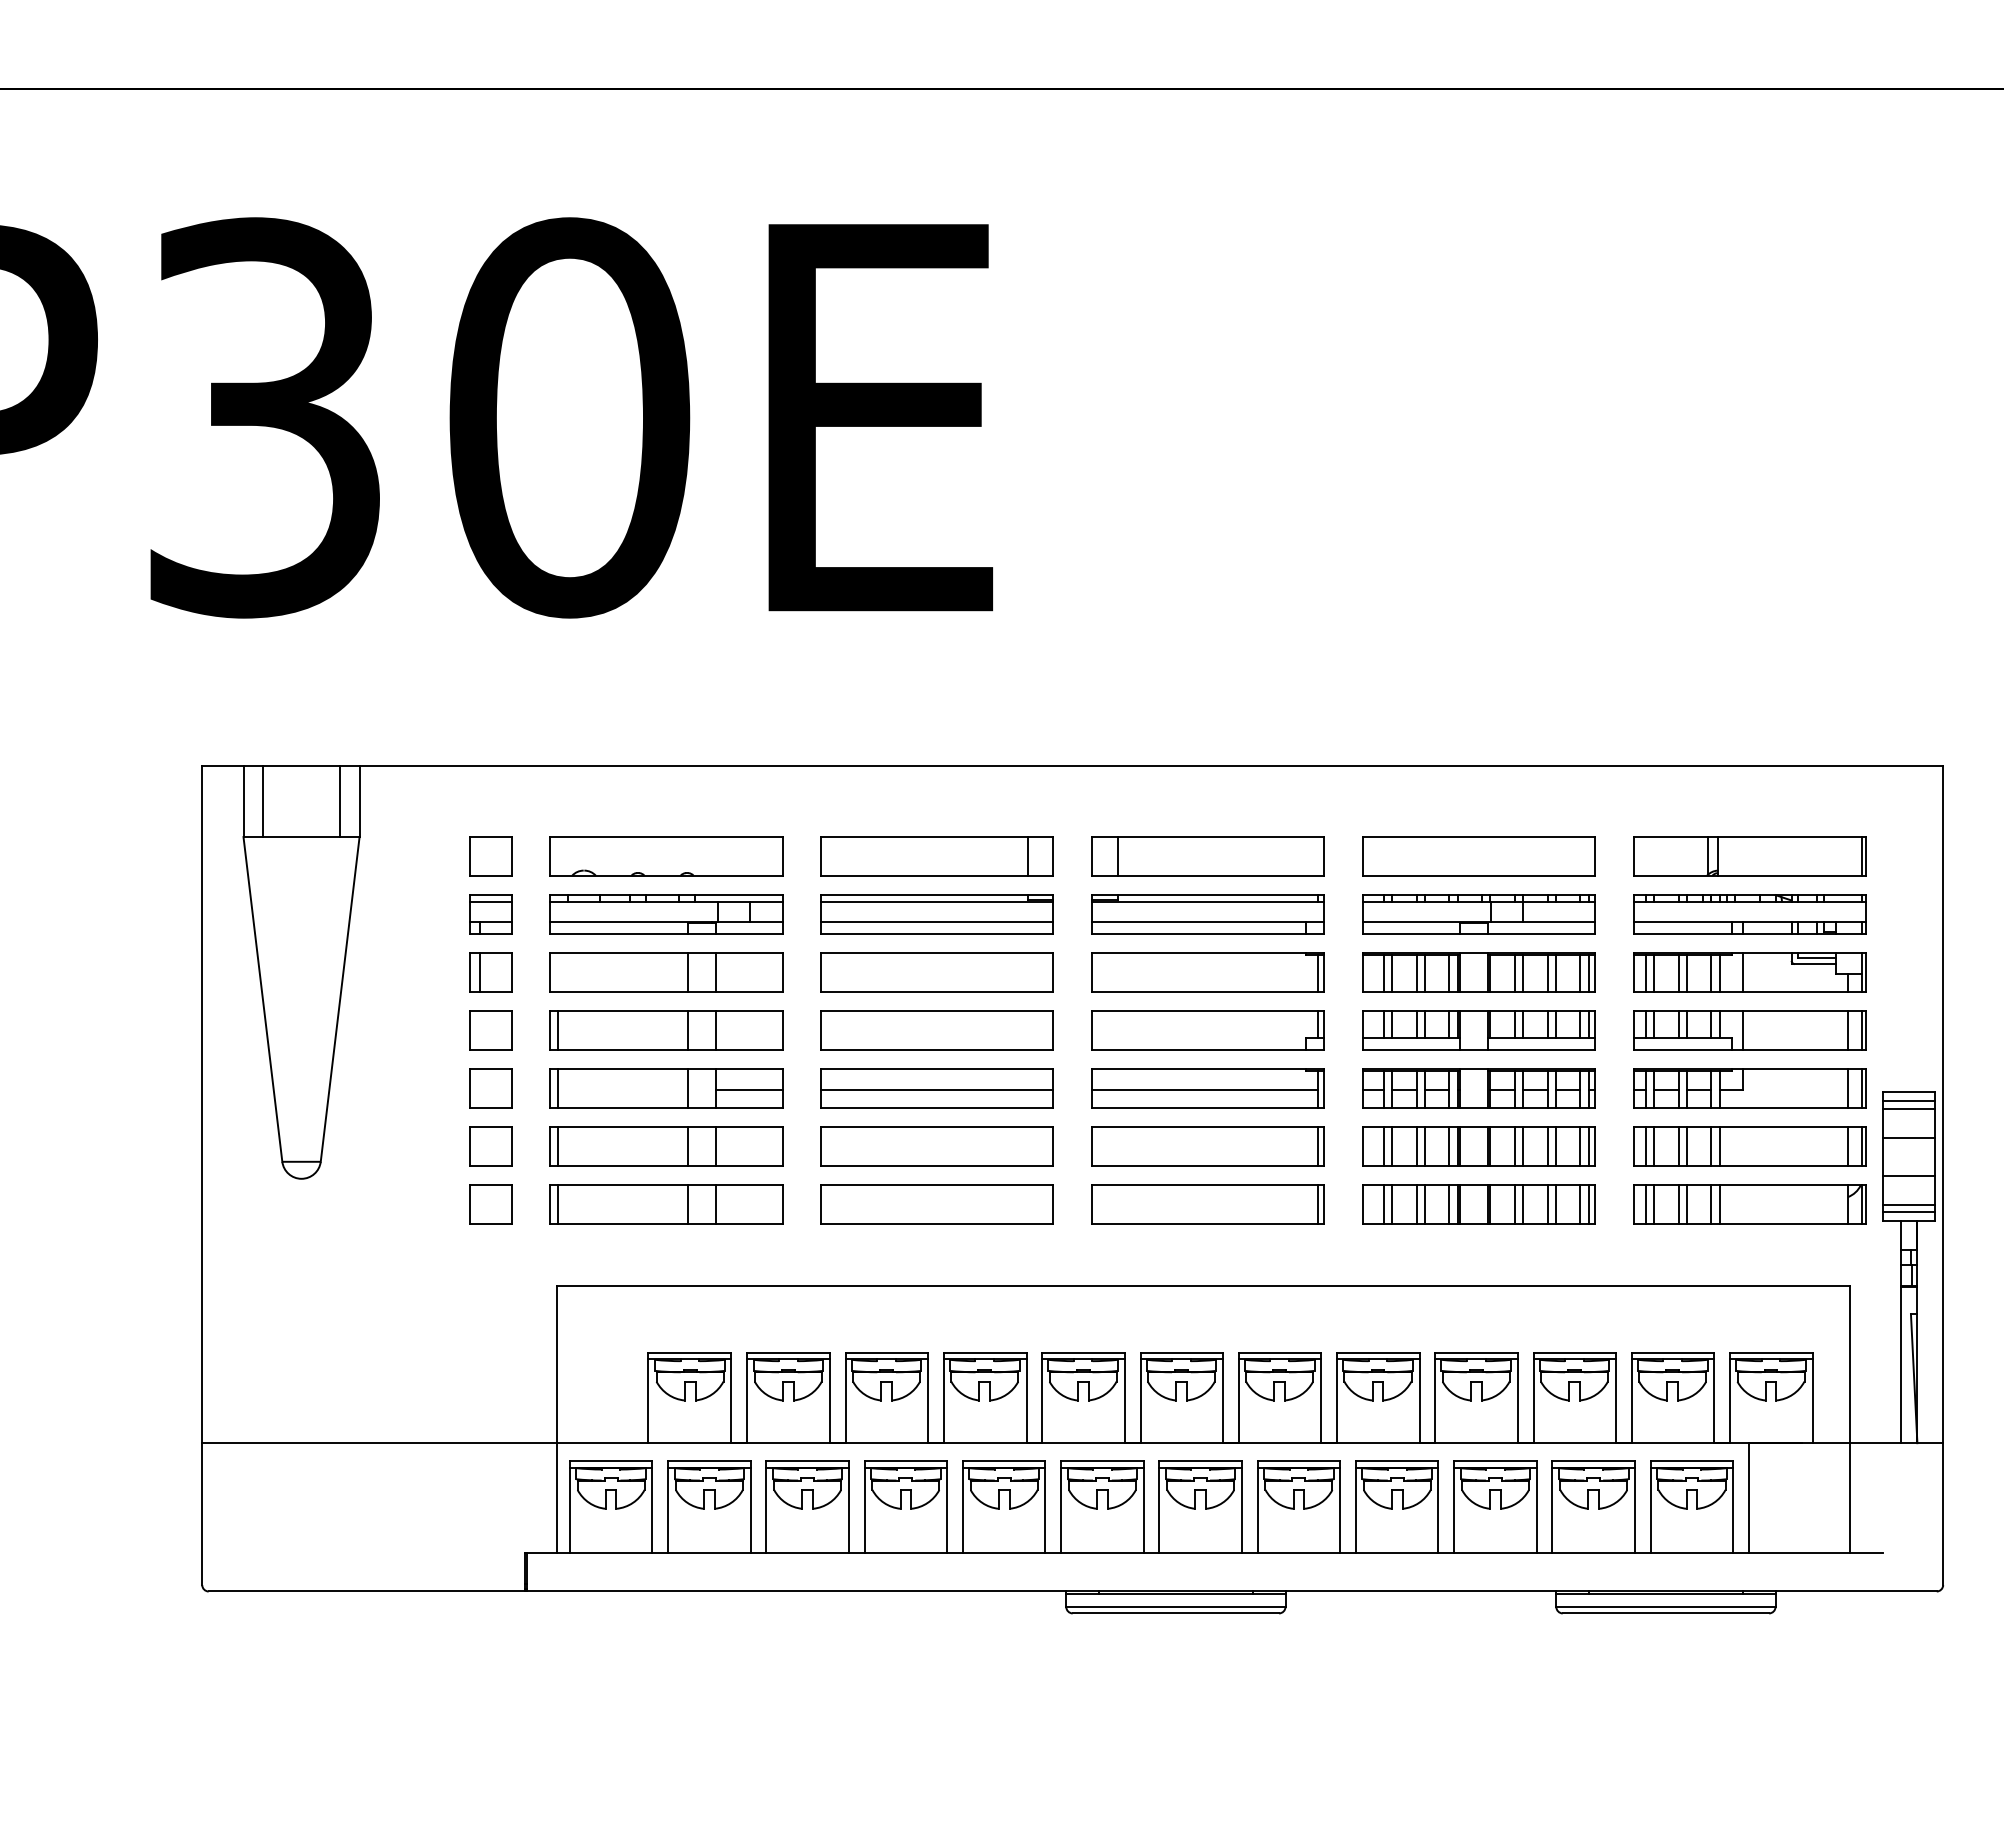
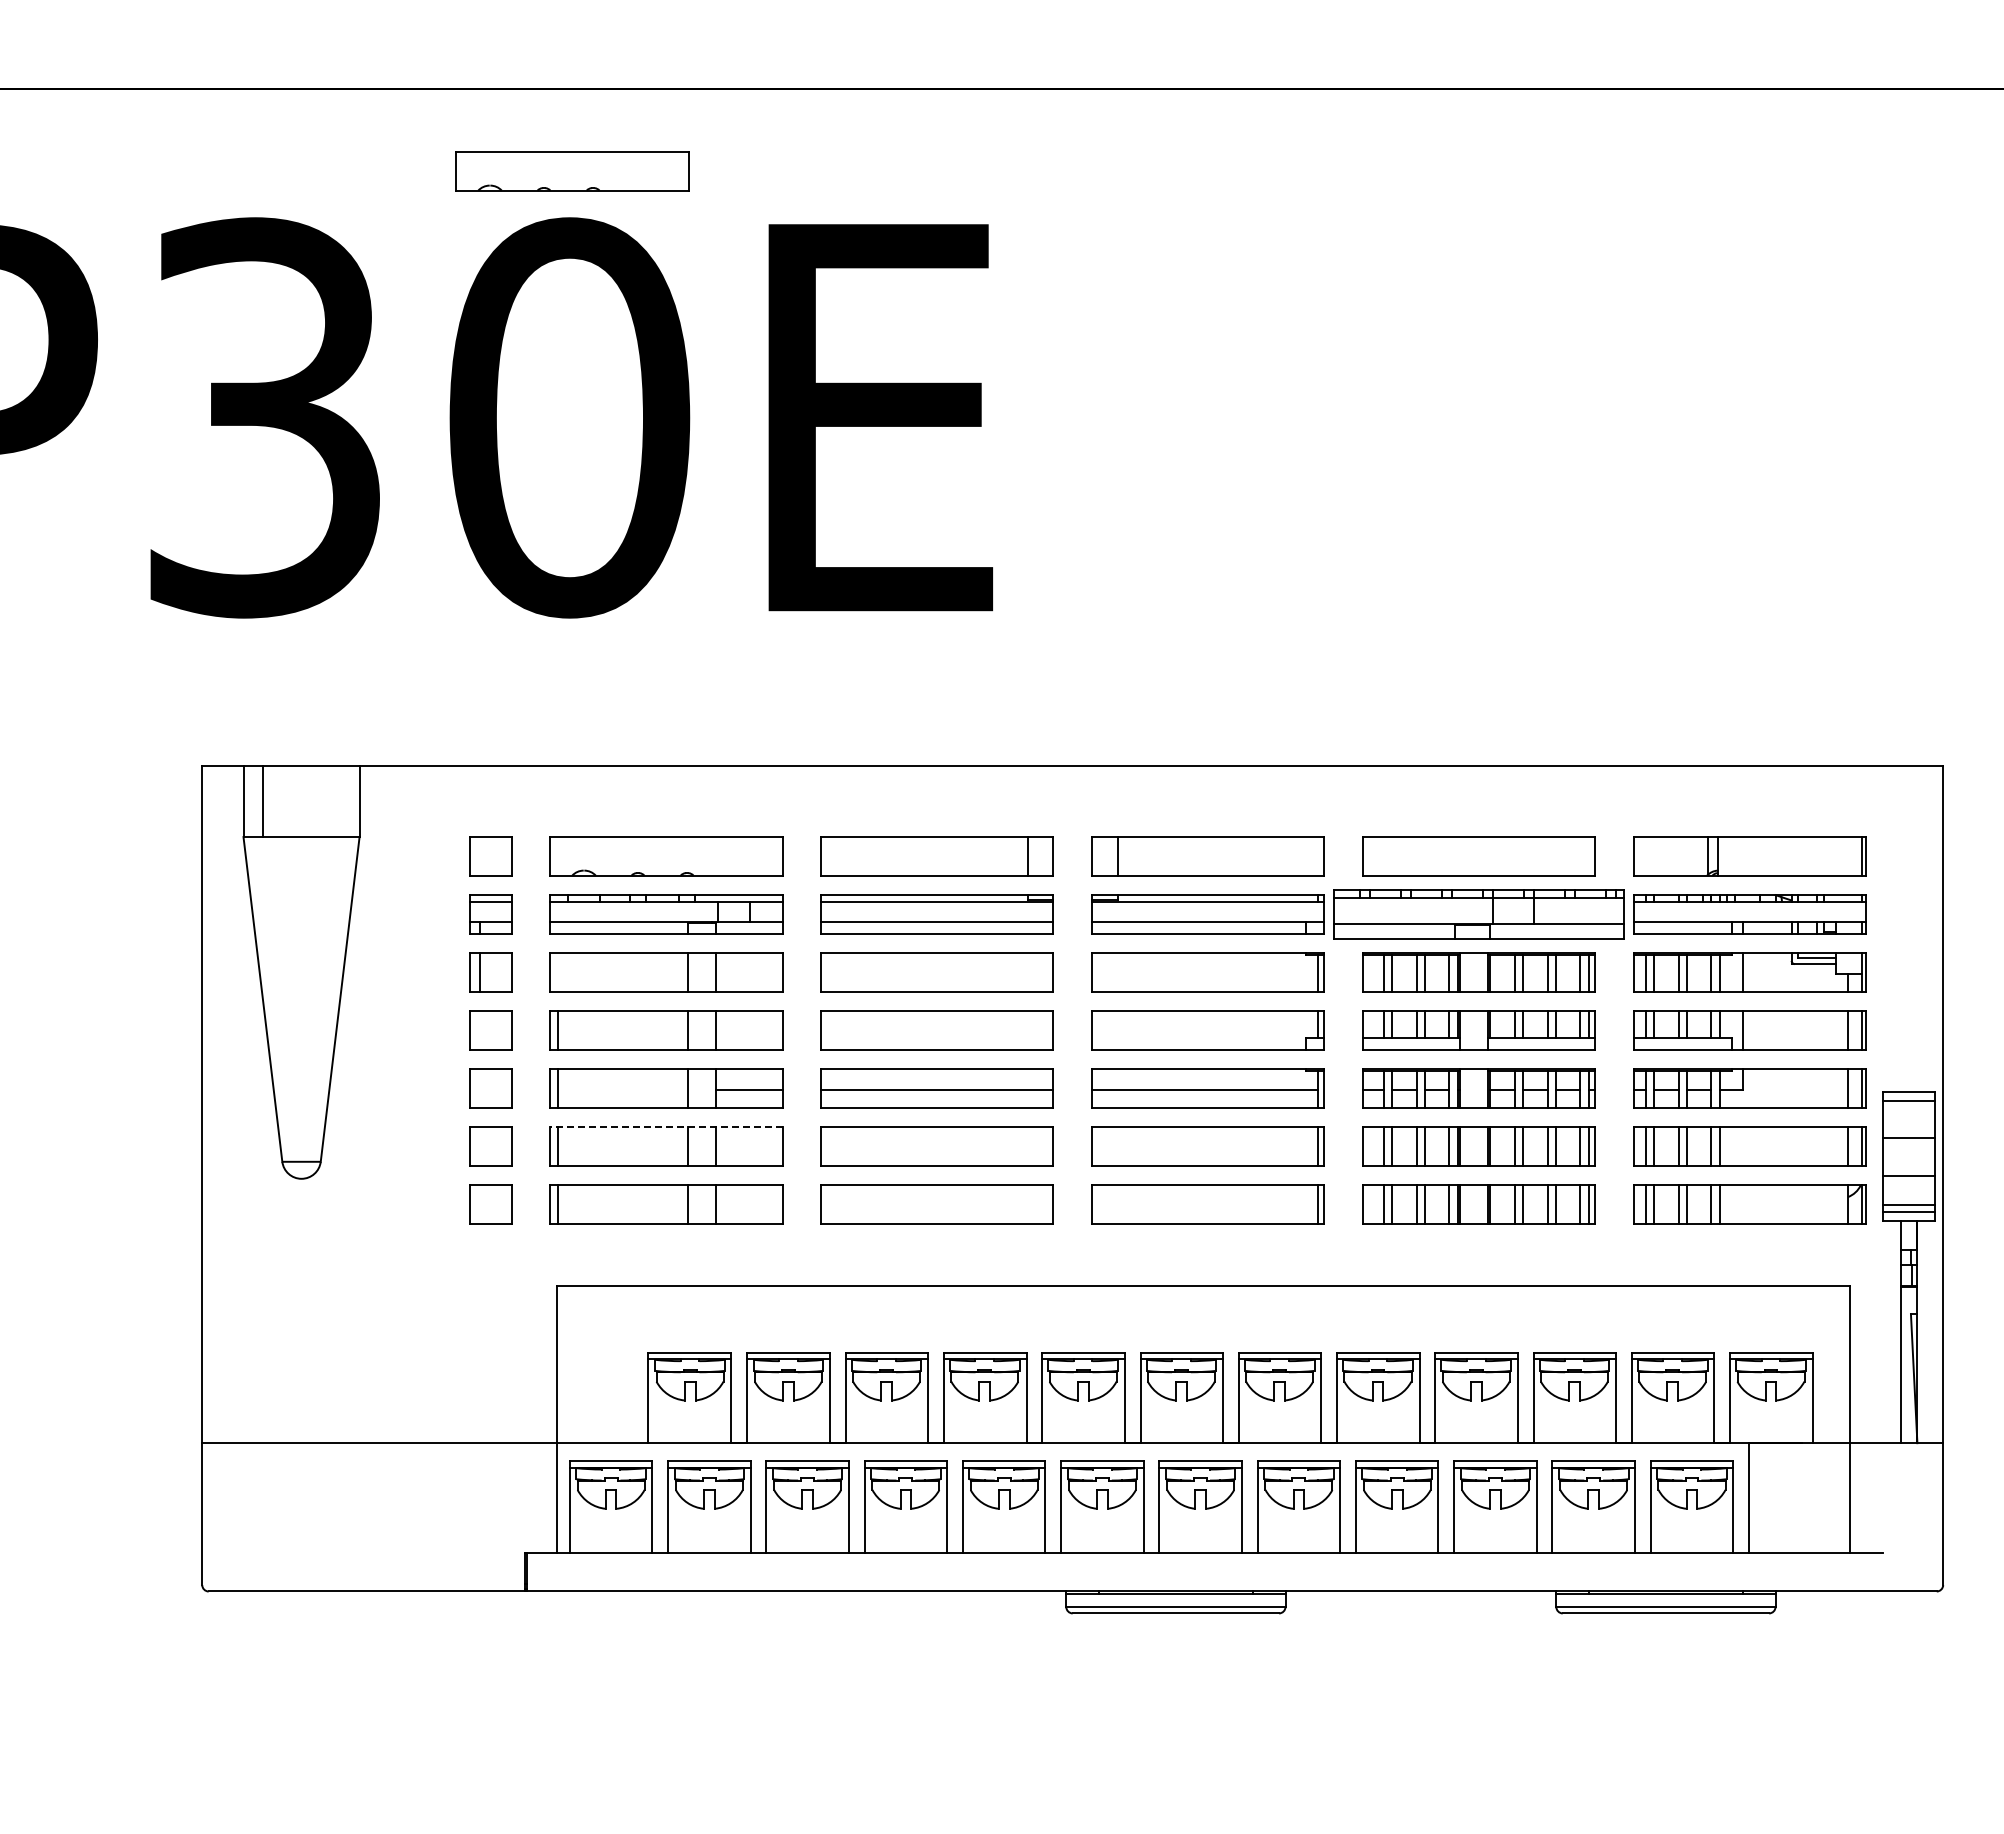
part at (572, 171): none -> present
line at (340, 801): present -> none
part at (1478, 914) size: 234x41 px -> 292x51 px
line at (1908, 1108): present -> none
line at (666, 1127): solid -> dashed
